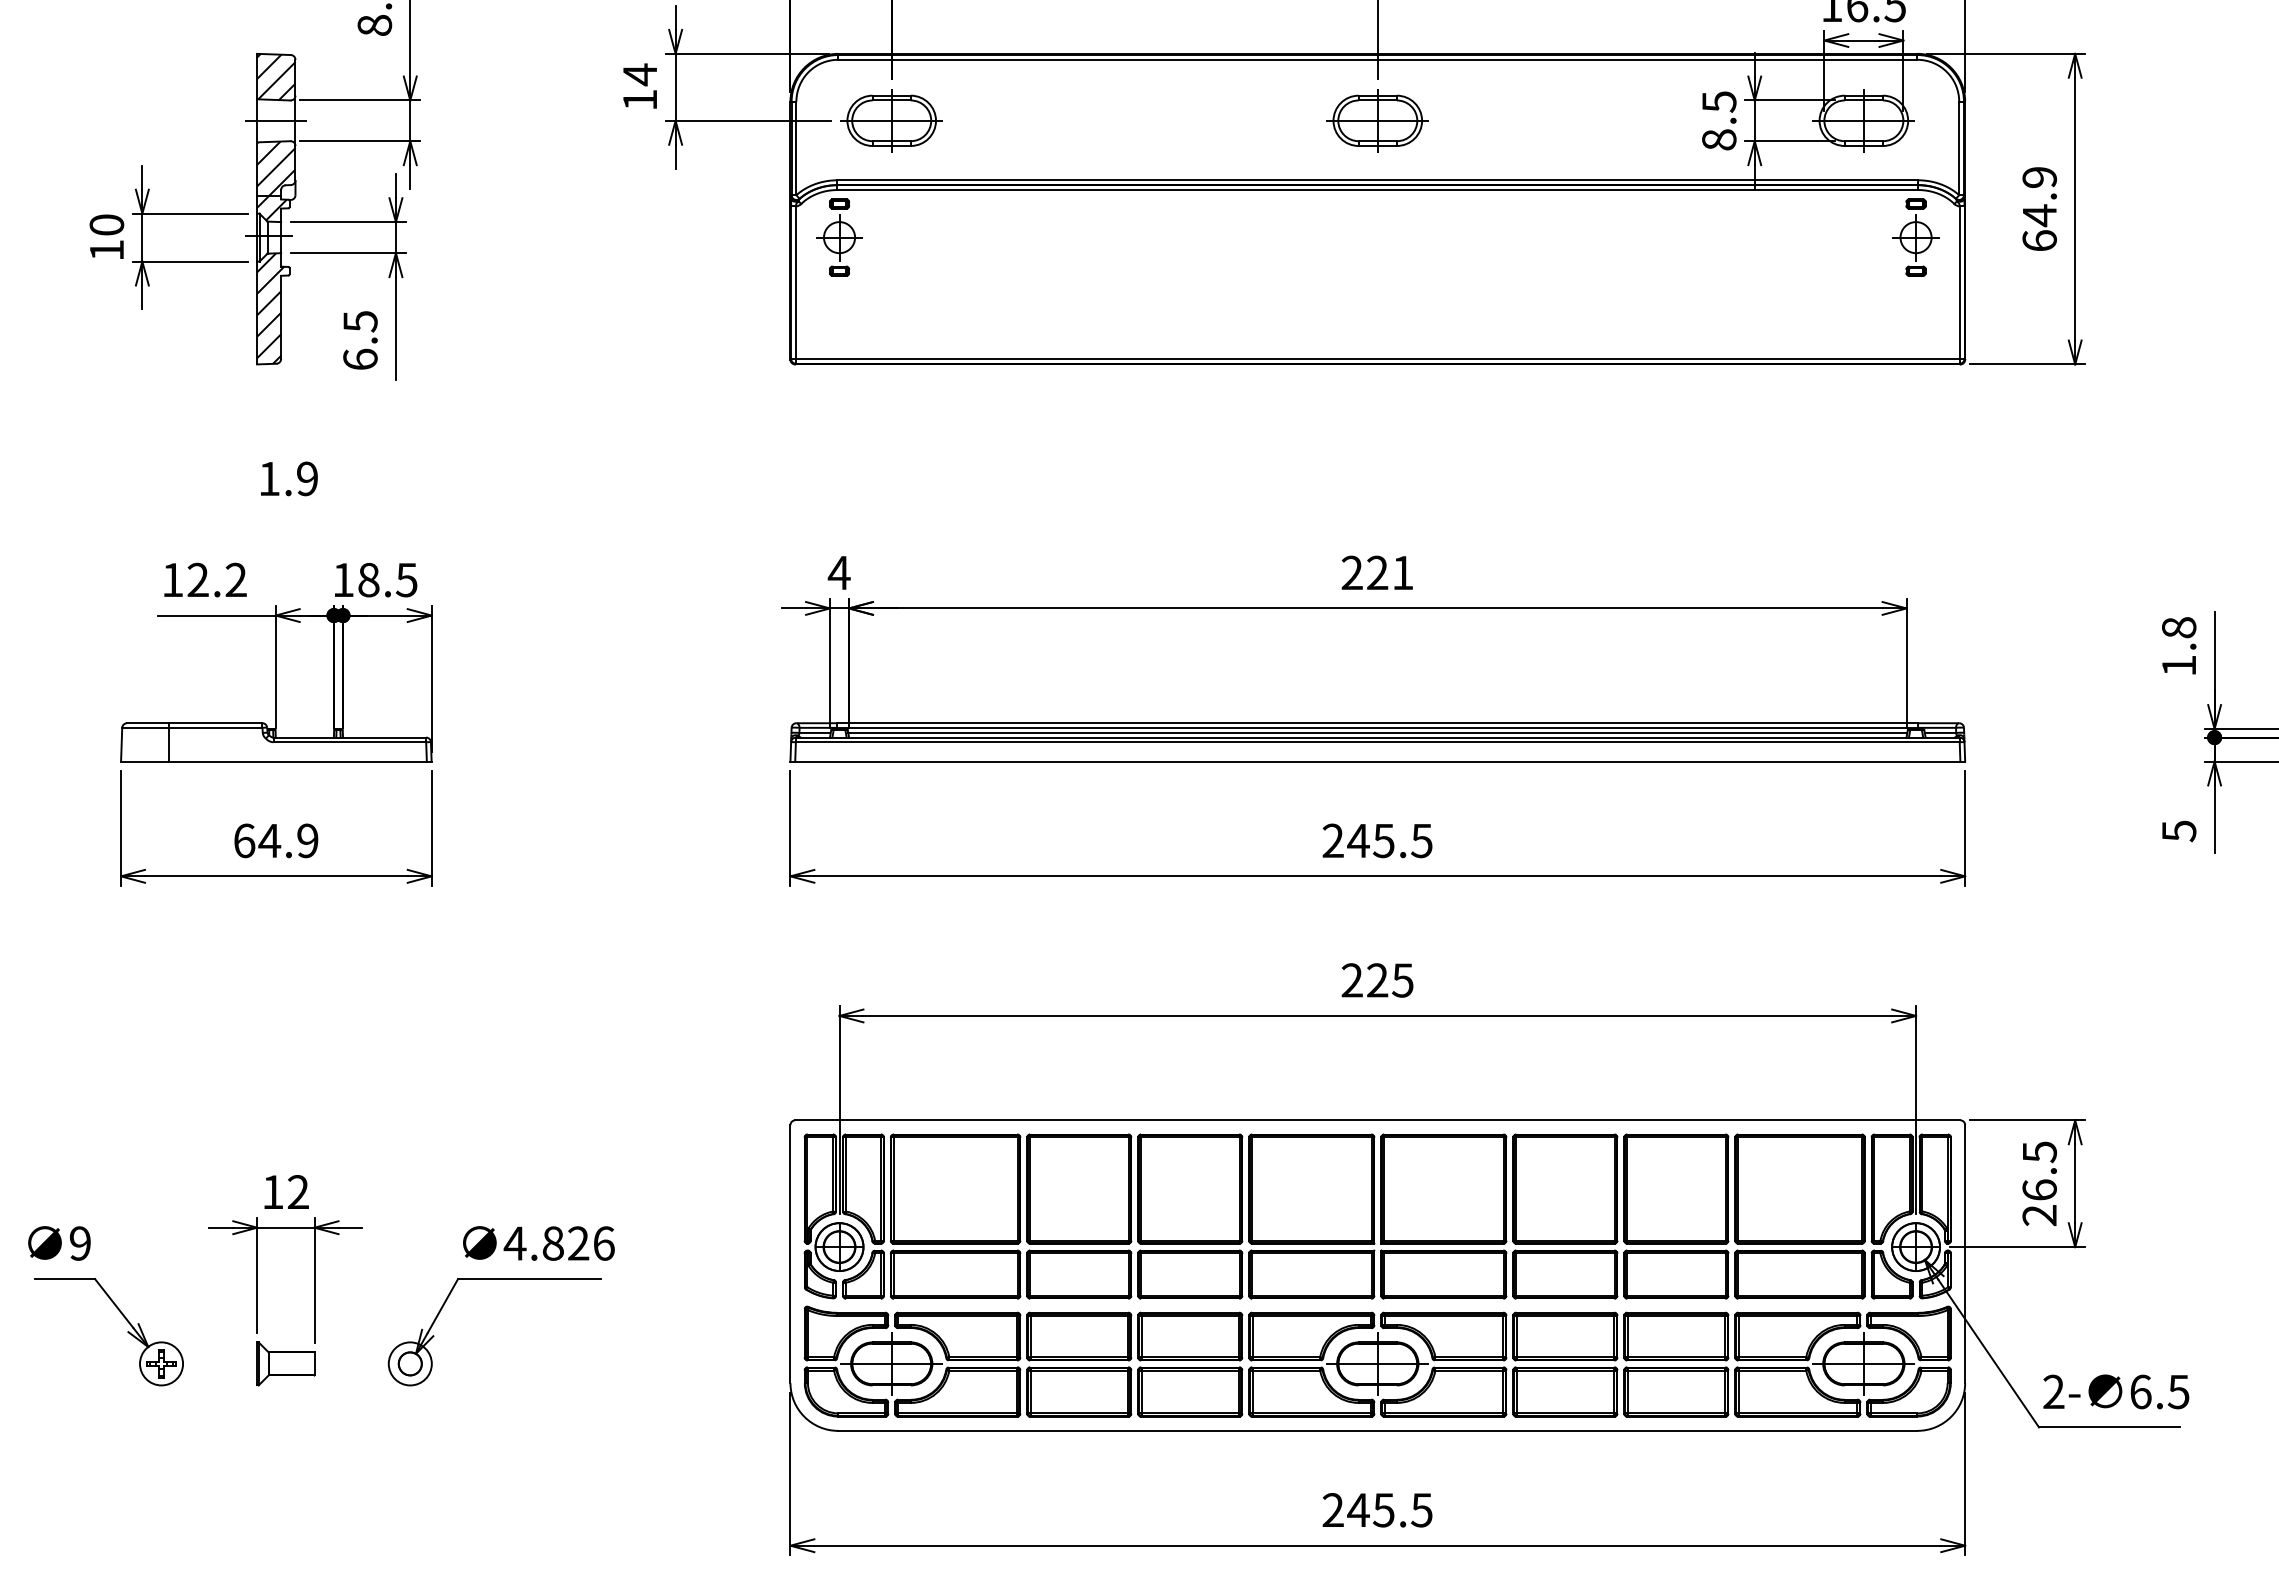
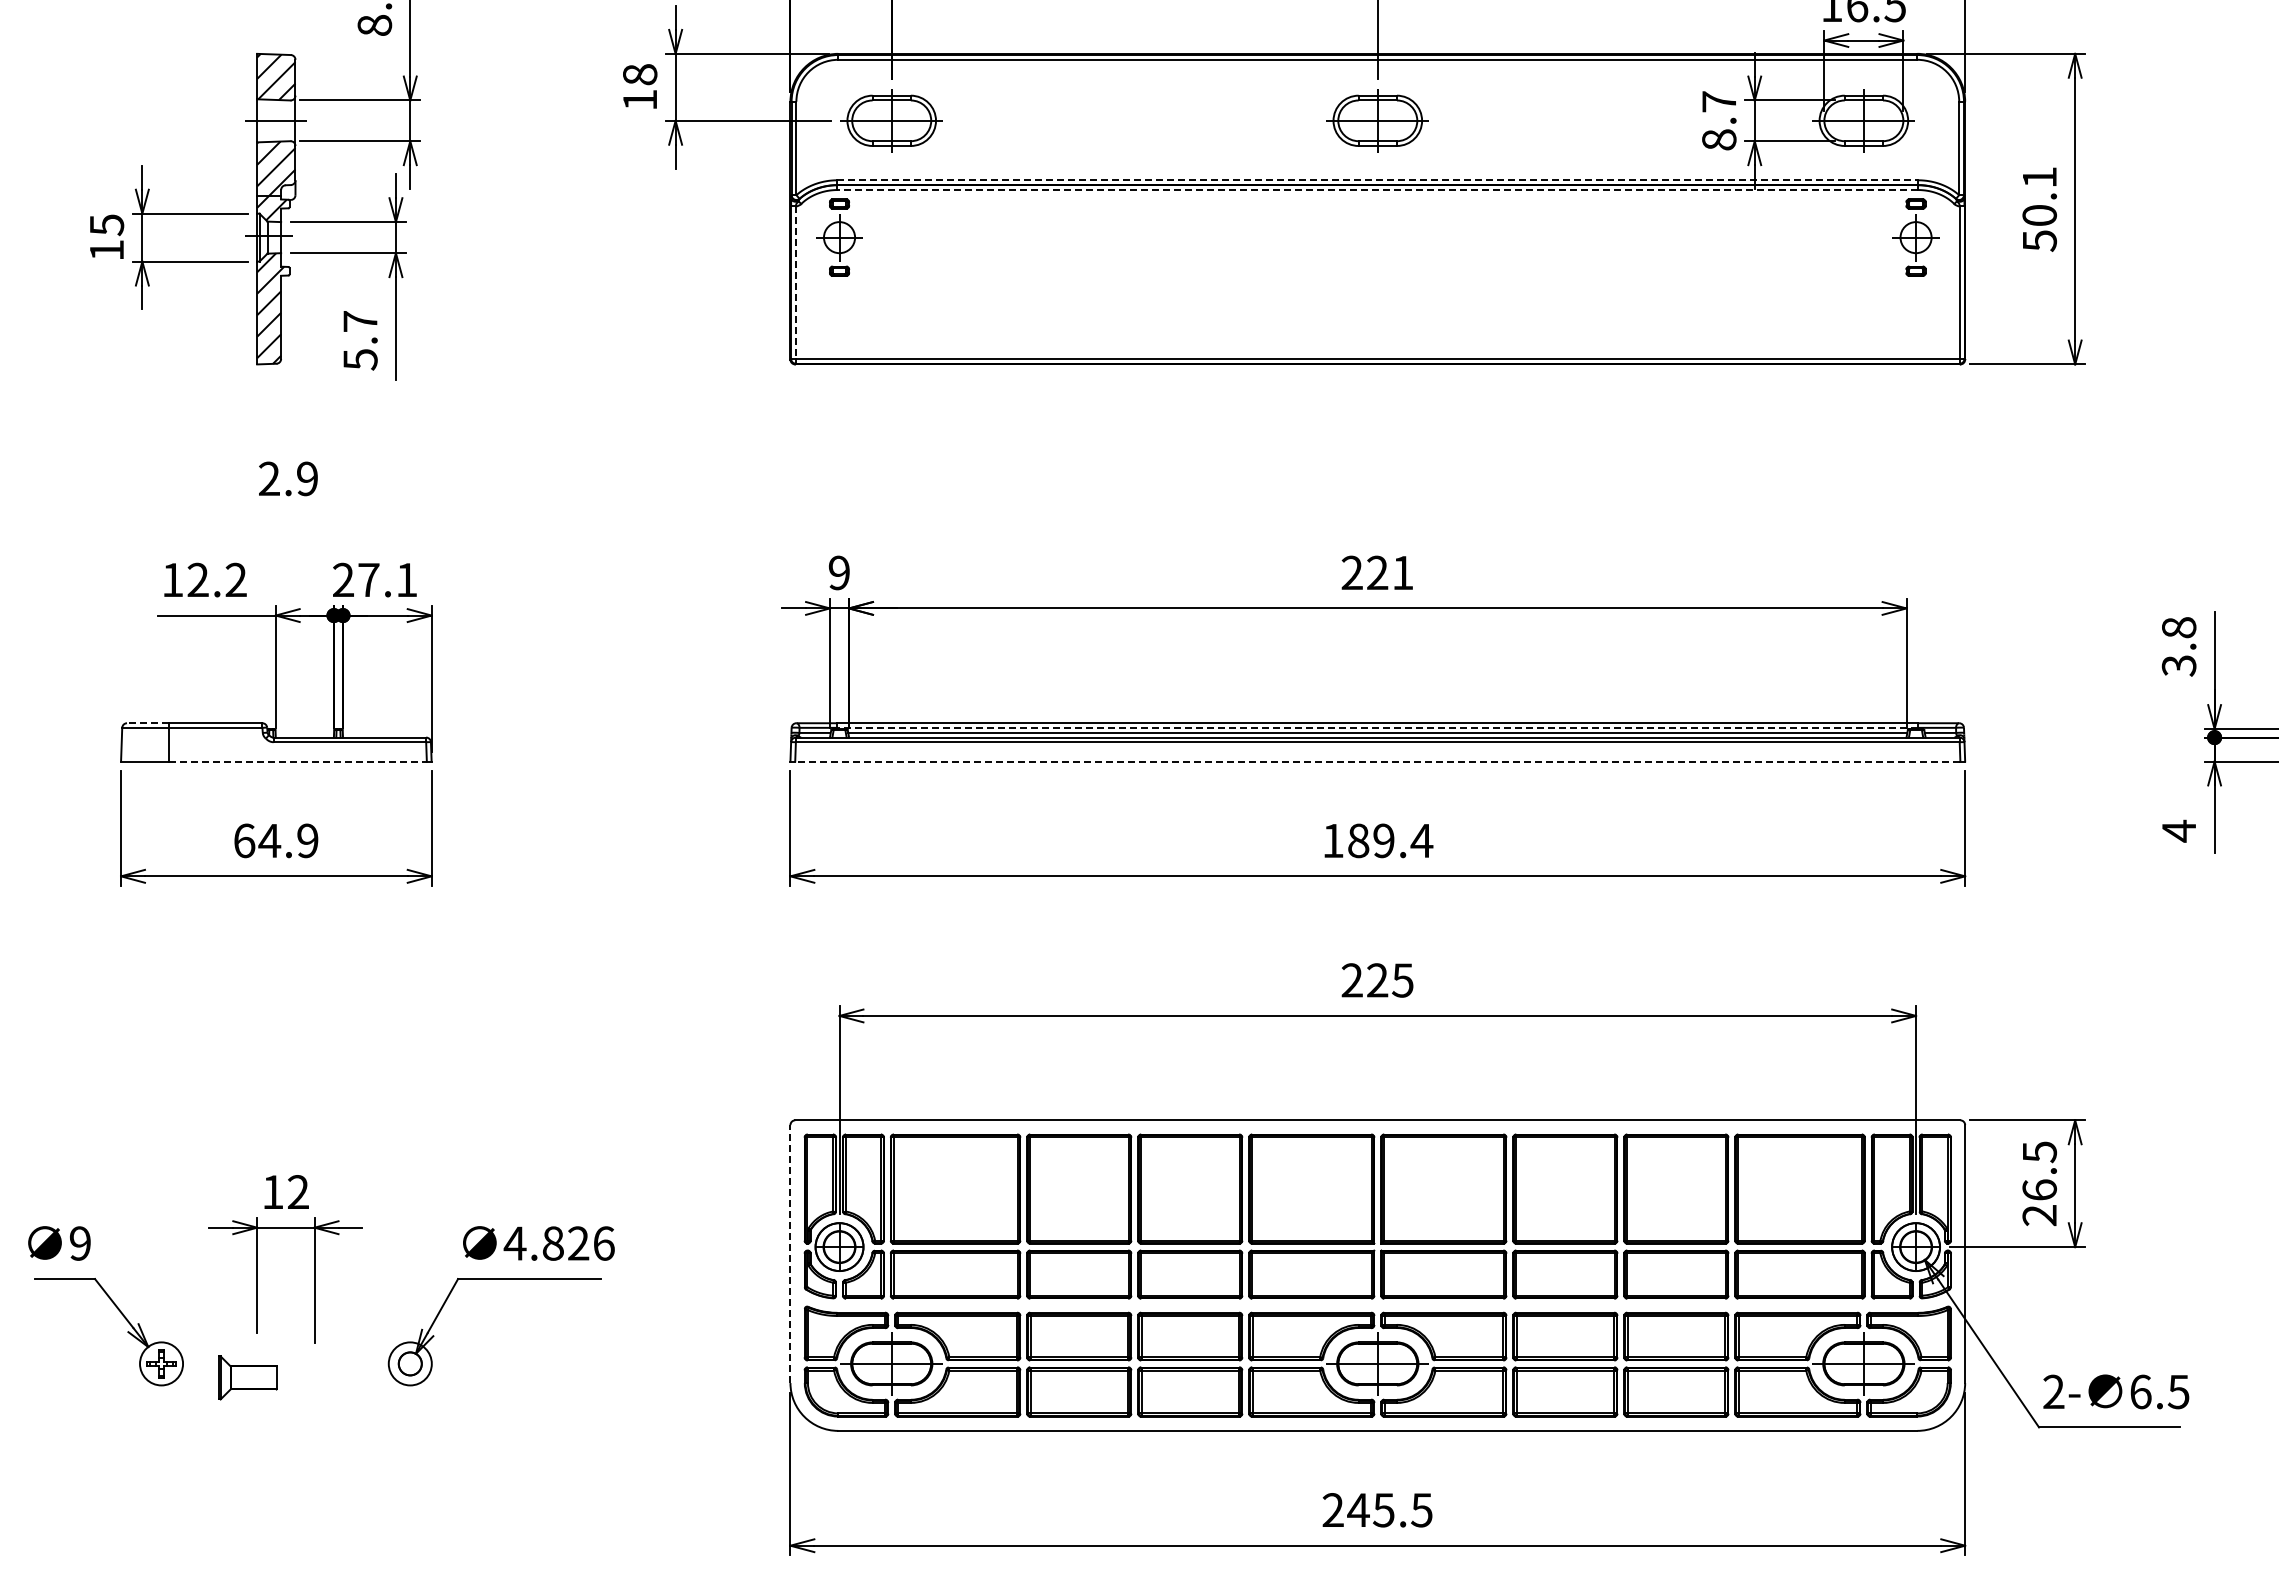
text at (640, 74): 14 -> 18
text at (1719, 101): 8.5 -> 8.7
line at (1378, 180): solid -> dashed
line at (1377, 190): solid -> dashed
text at (2039, 209): 64.9 -> 50.1
text at (106, 225): 10 -> 15
line at (795, 283): solid -> dashed
text at (360, 340): 6.5 -> 5.7
text at (269, 478): 1.9 -> 2.9
text at (838, 572): 4 -> 9
text at (375, 579): 18.5 -> 27.1
text at (2178, 665): 1.8 -> 3.8
line at (147, 723): solid -> dashed
line at (1377, 727): solid -> dashed
line at (297, 761): solid -> dashed
line at (1377, 761): solid -> dashed
text at (2179, 830): 5 -> 4
text at (1377, 840): 245.5 -> 189.4
line at (790, 1254): solid -> dashed
part at (285, 1363) position: (285, 1363) -> (247, 1377)
